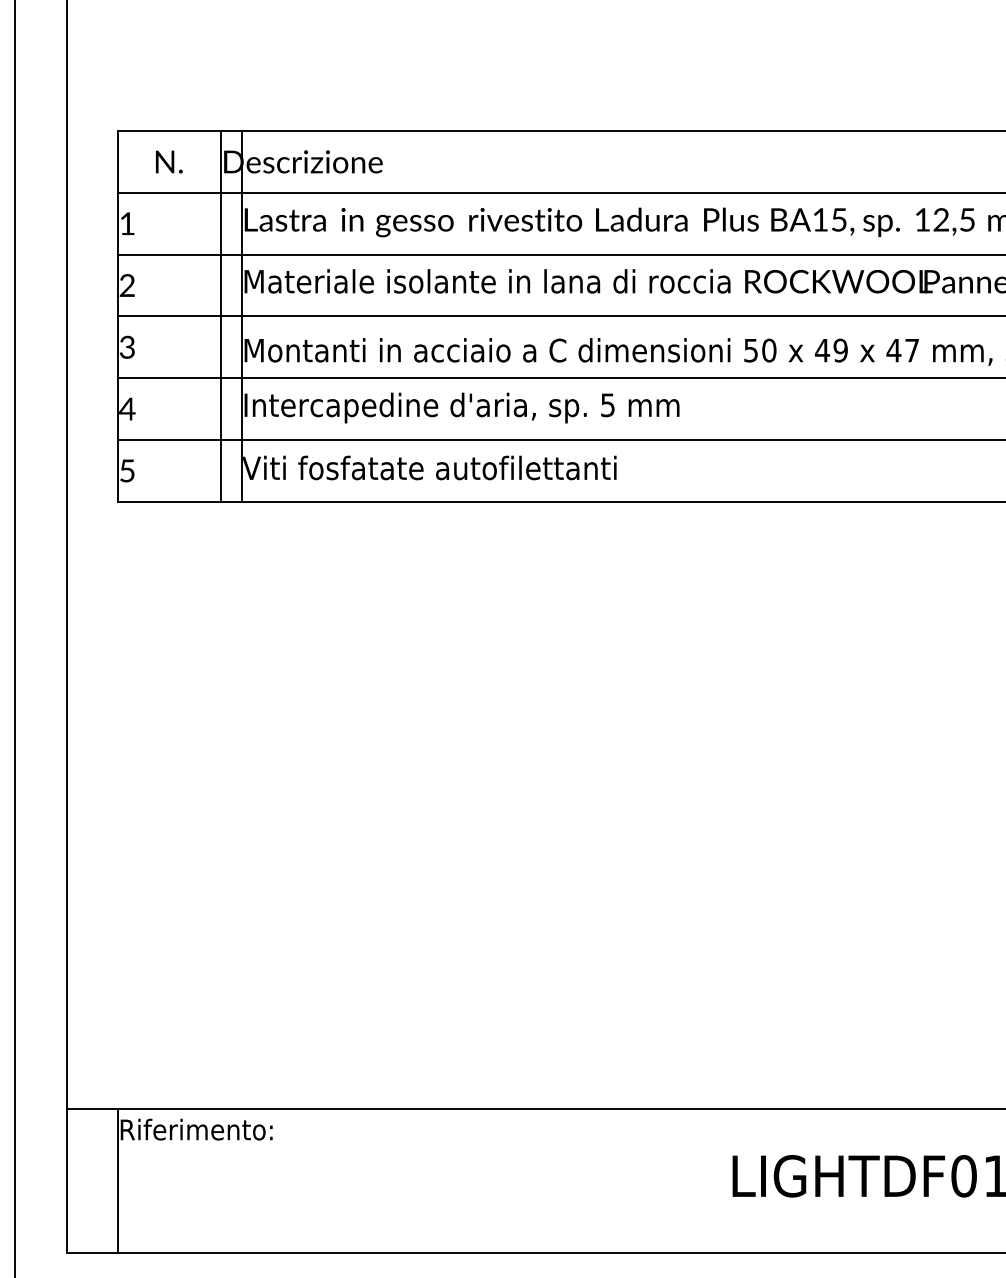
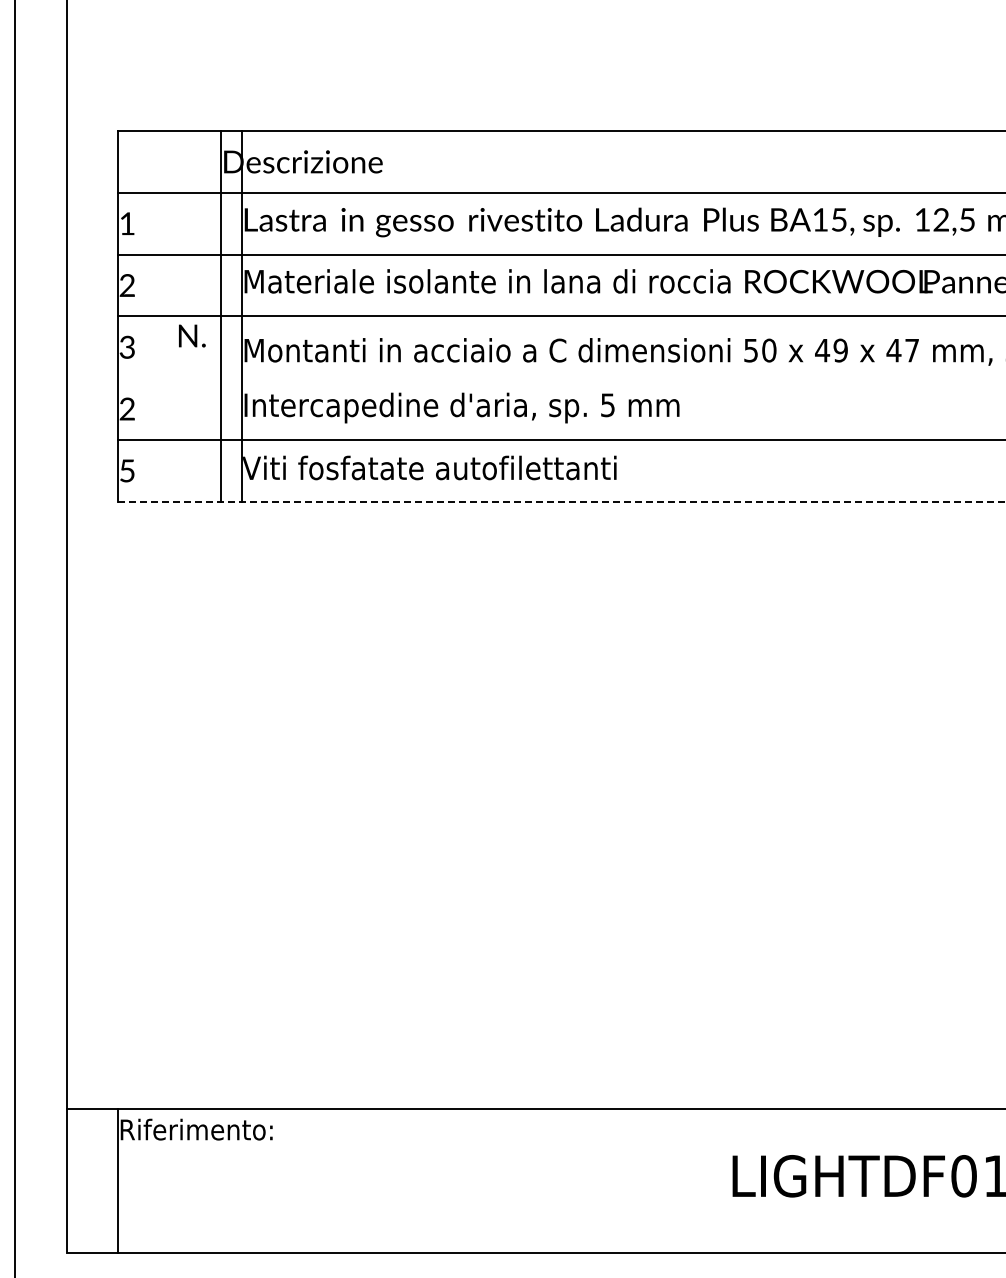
text at (169, 161) position: (169, 161) -> (192, 335)
line at (560, 378): present -> none
text at (127, 408): 4 -> 2
line at (562, 501): solid -> dashed
